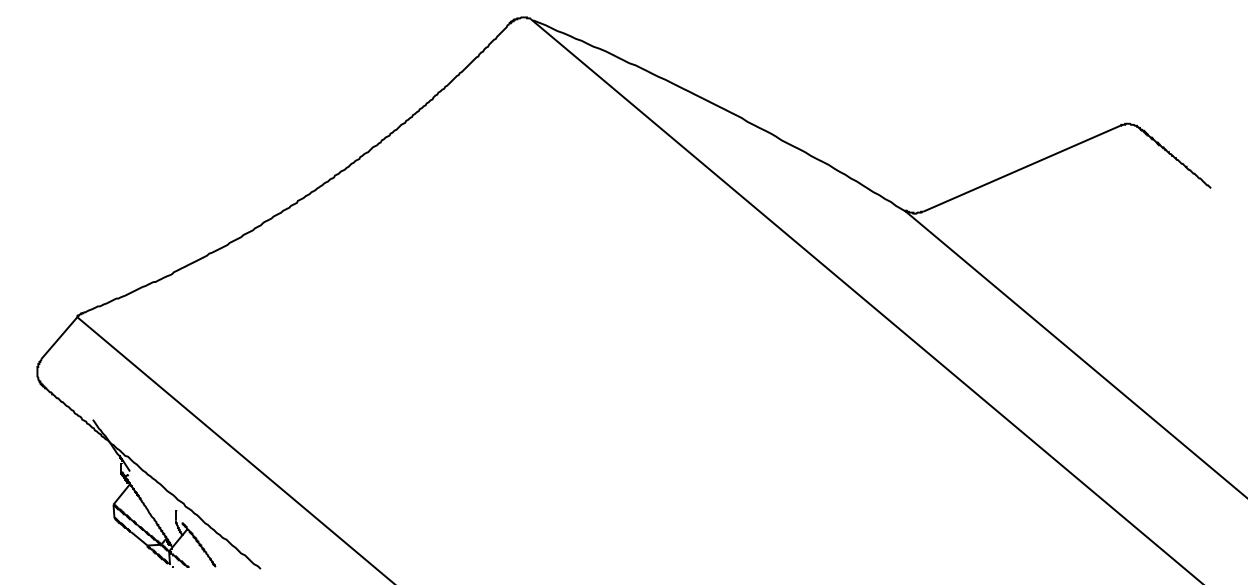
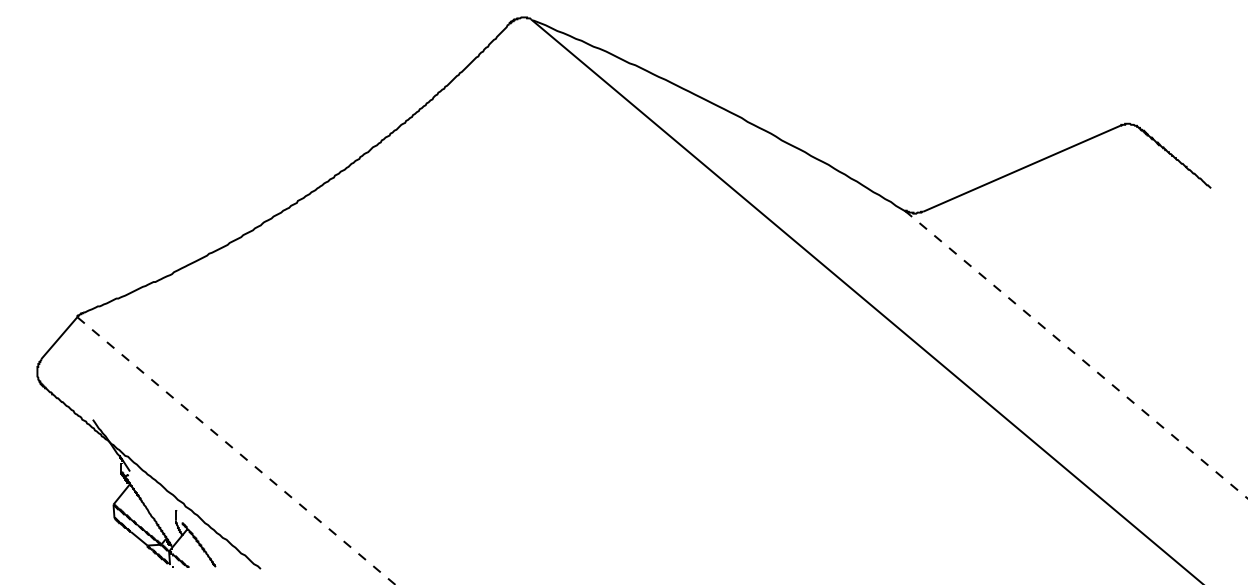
line at (1076, 354): solid -> dashed
line at (236, 451): solid -> dashed
